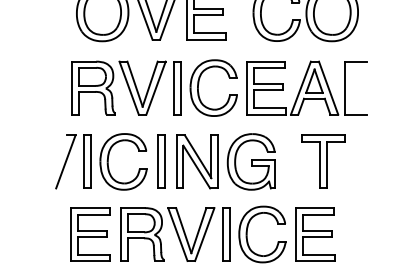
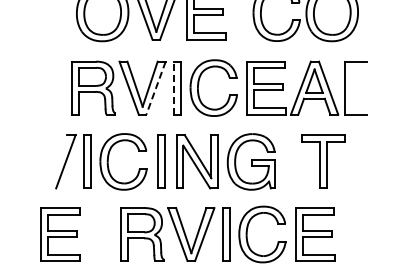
line at (174, 87): solid -> dashed
line at (155, 88): solid -> dashed
part at (90, 234) position: (90, 234) -> (60, 234)
